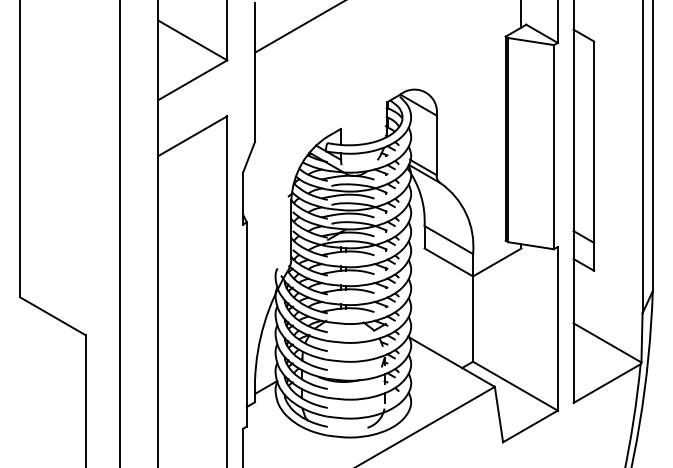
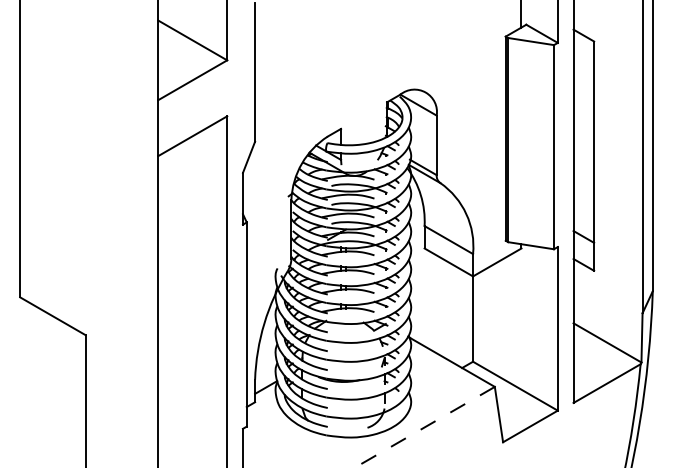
line at (298, 27): present -> none
line at (120, 233): present -> none
line at (424, 427): solid -> dashed
